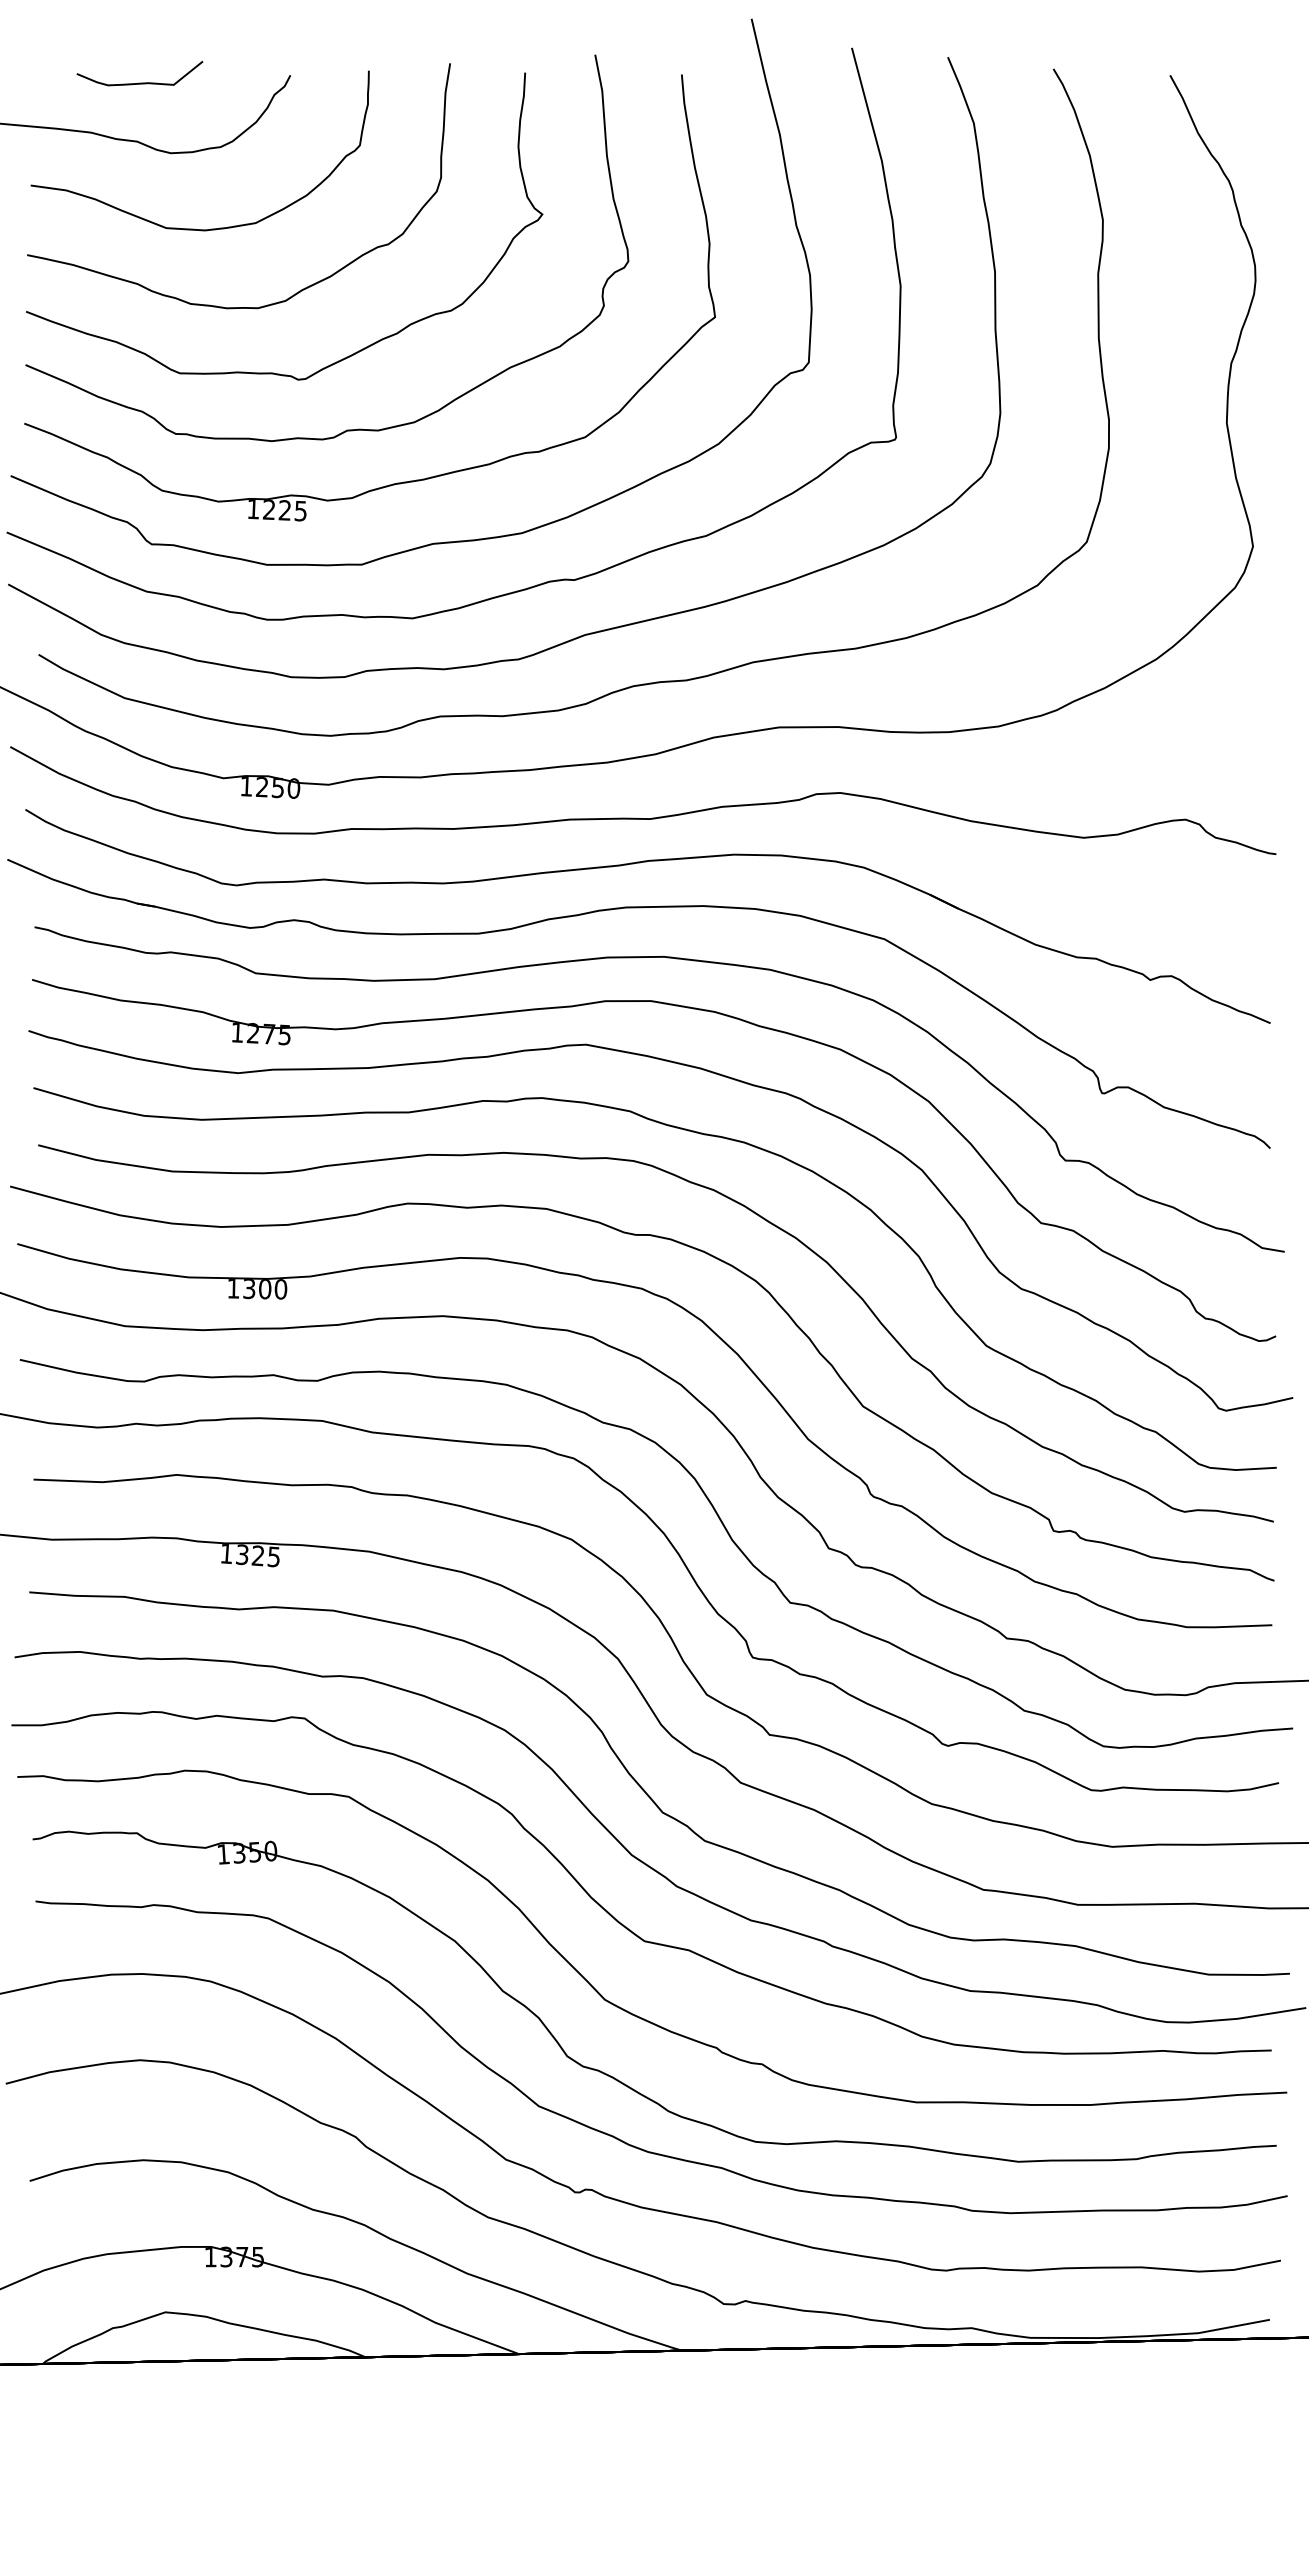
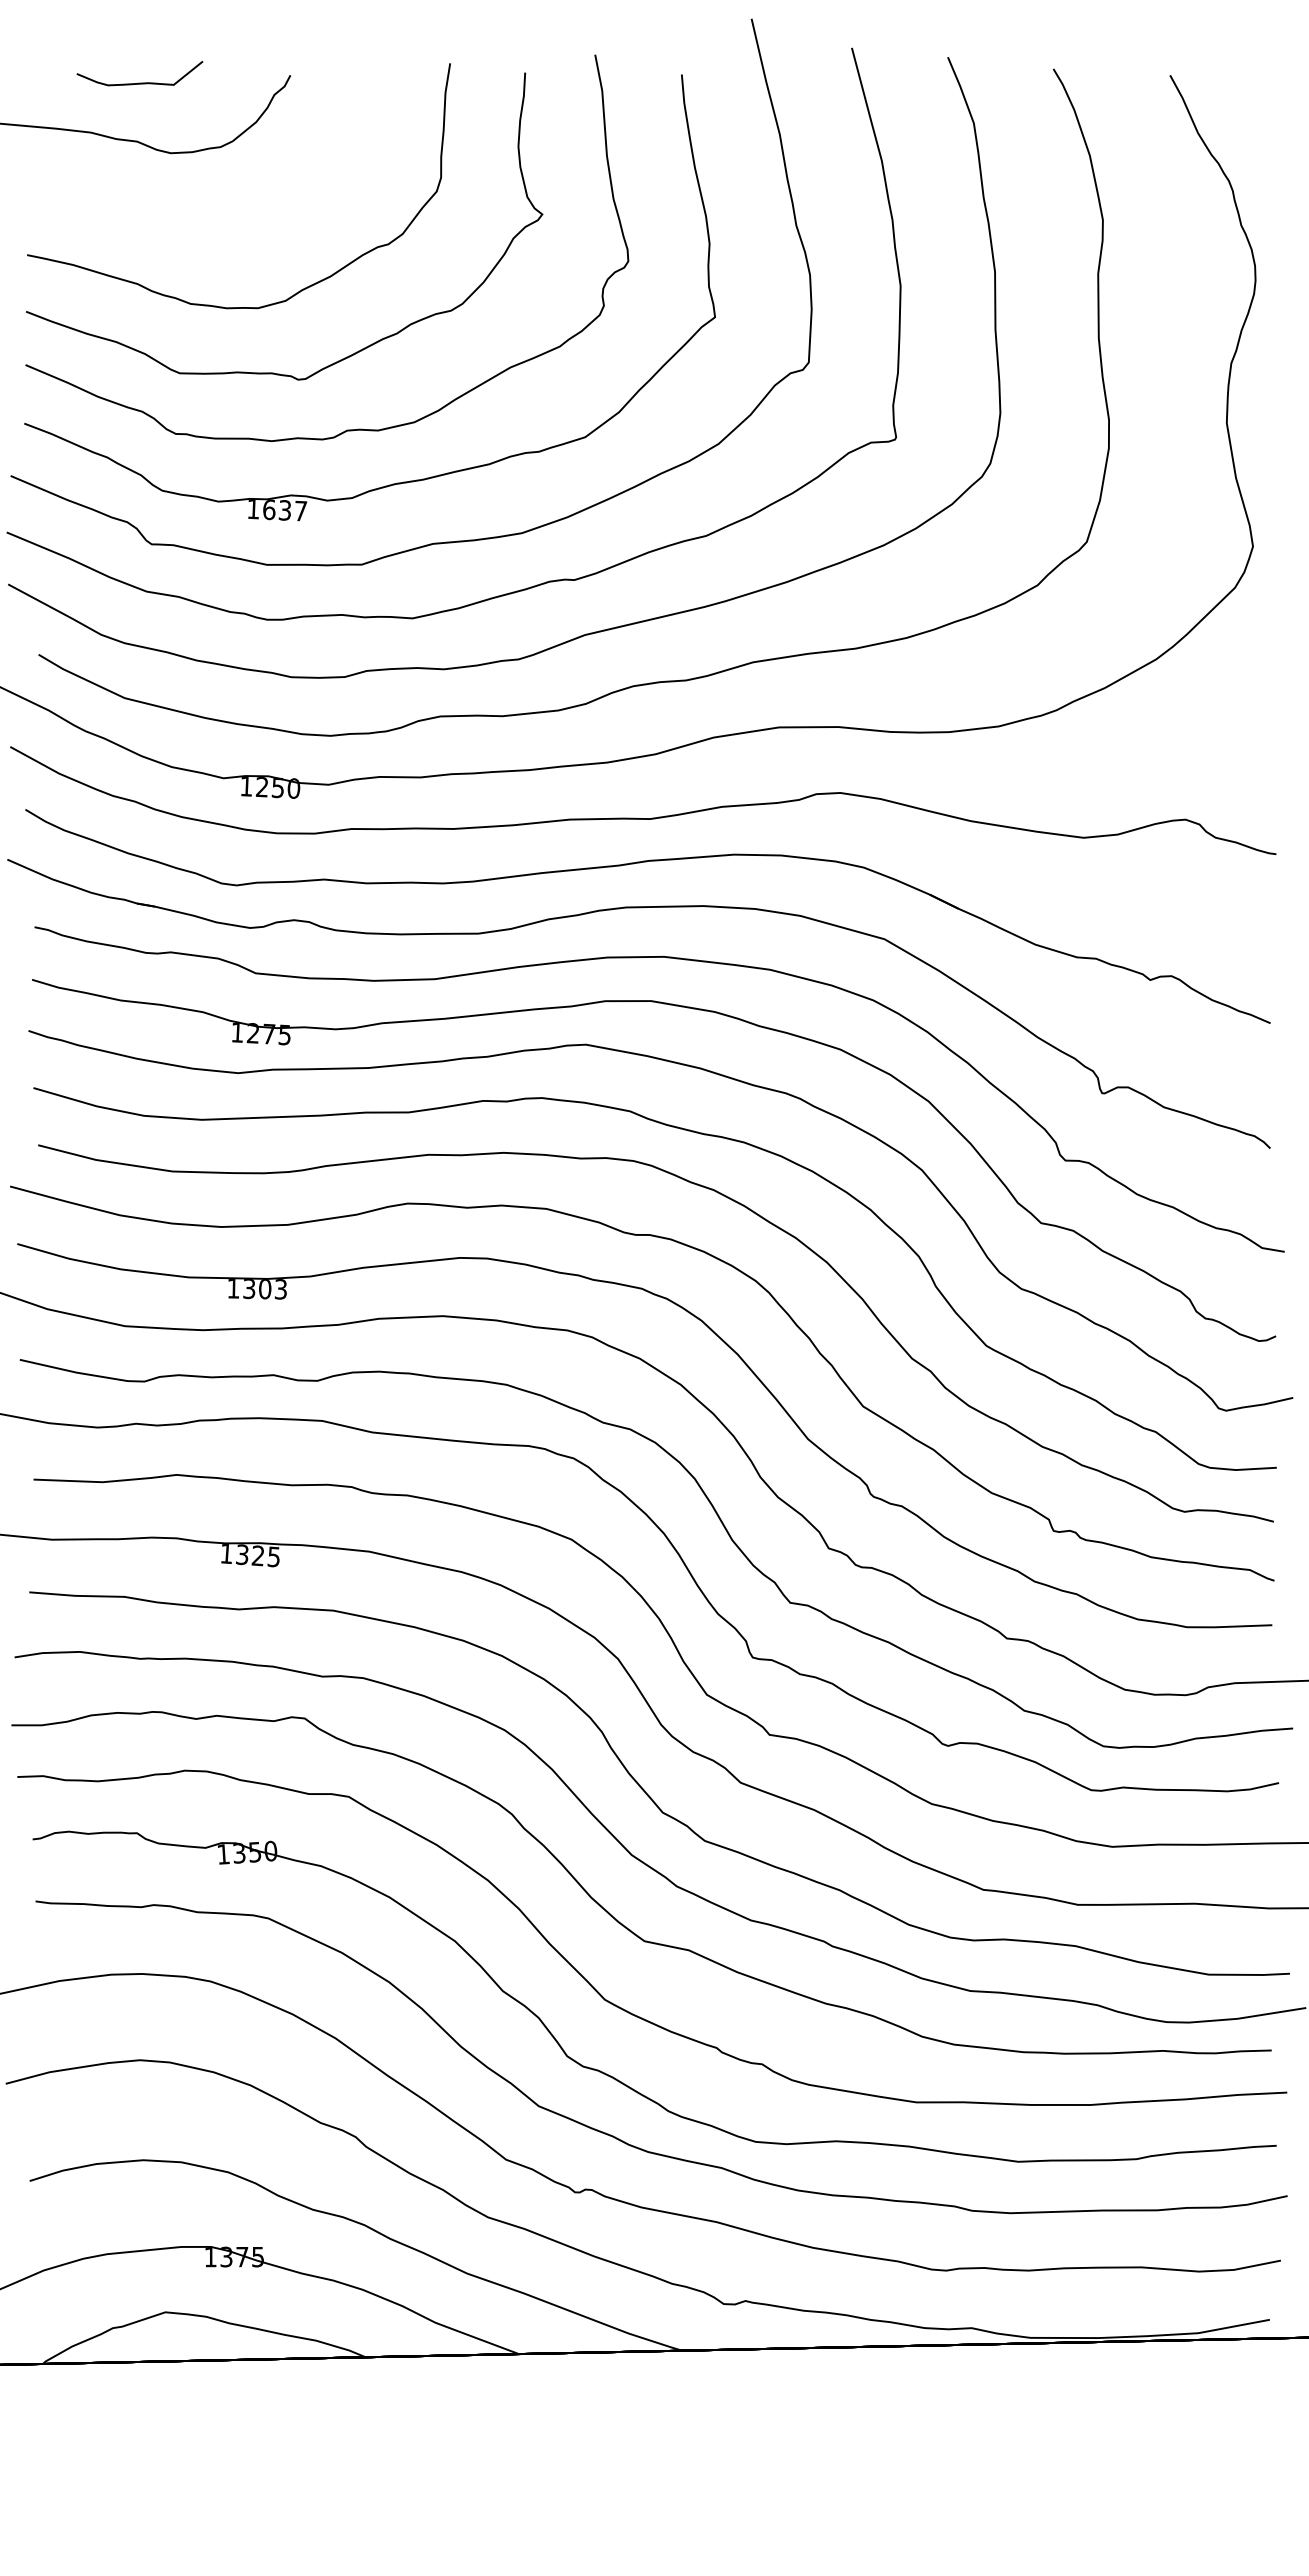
curve at (194, 228): present -> none
text at (284, 510): 1225 -> 1637
text at (280, 1289): 1300 -> 1303
